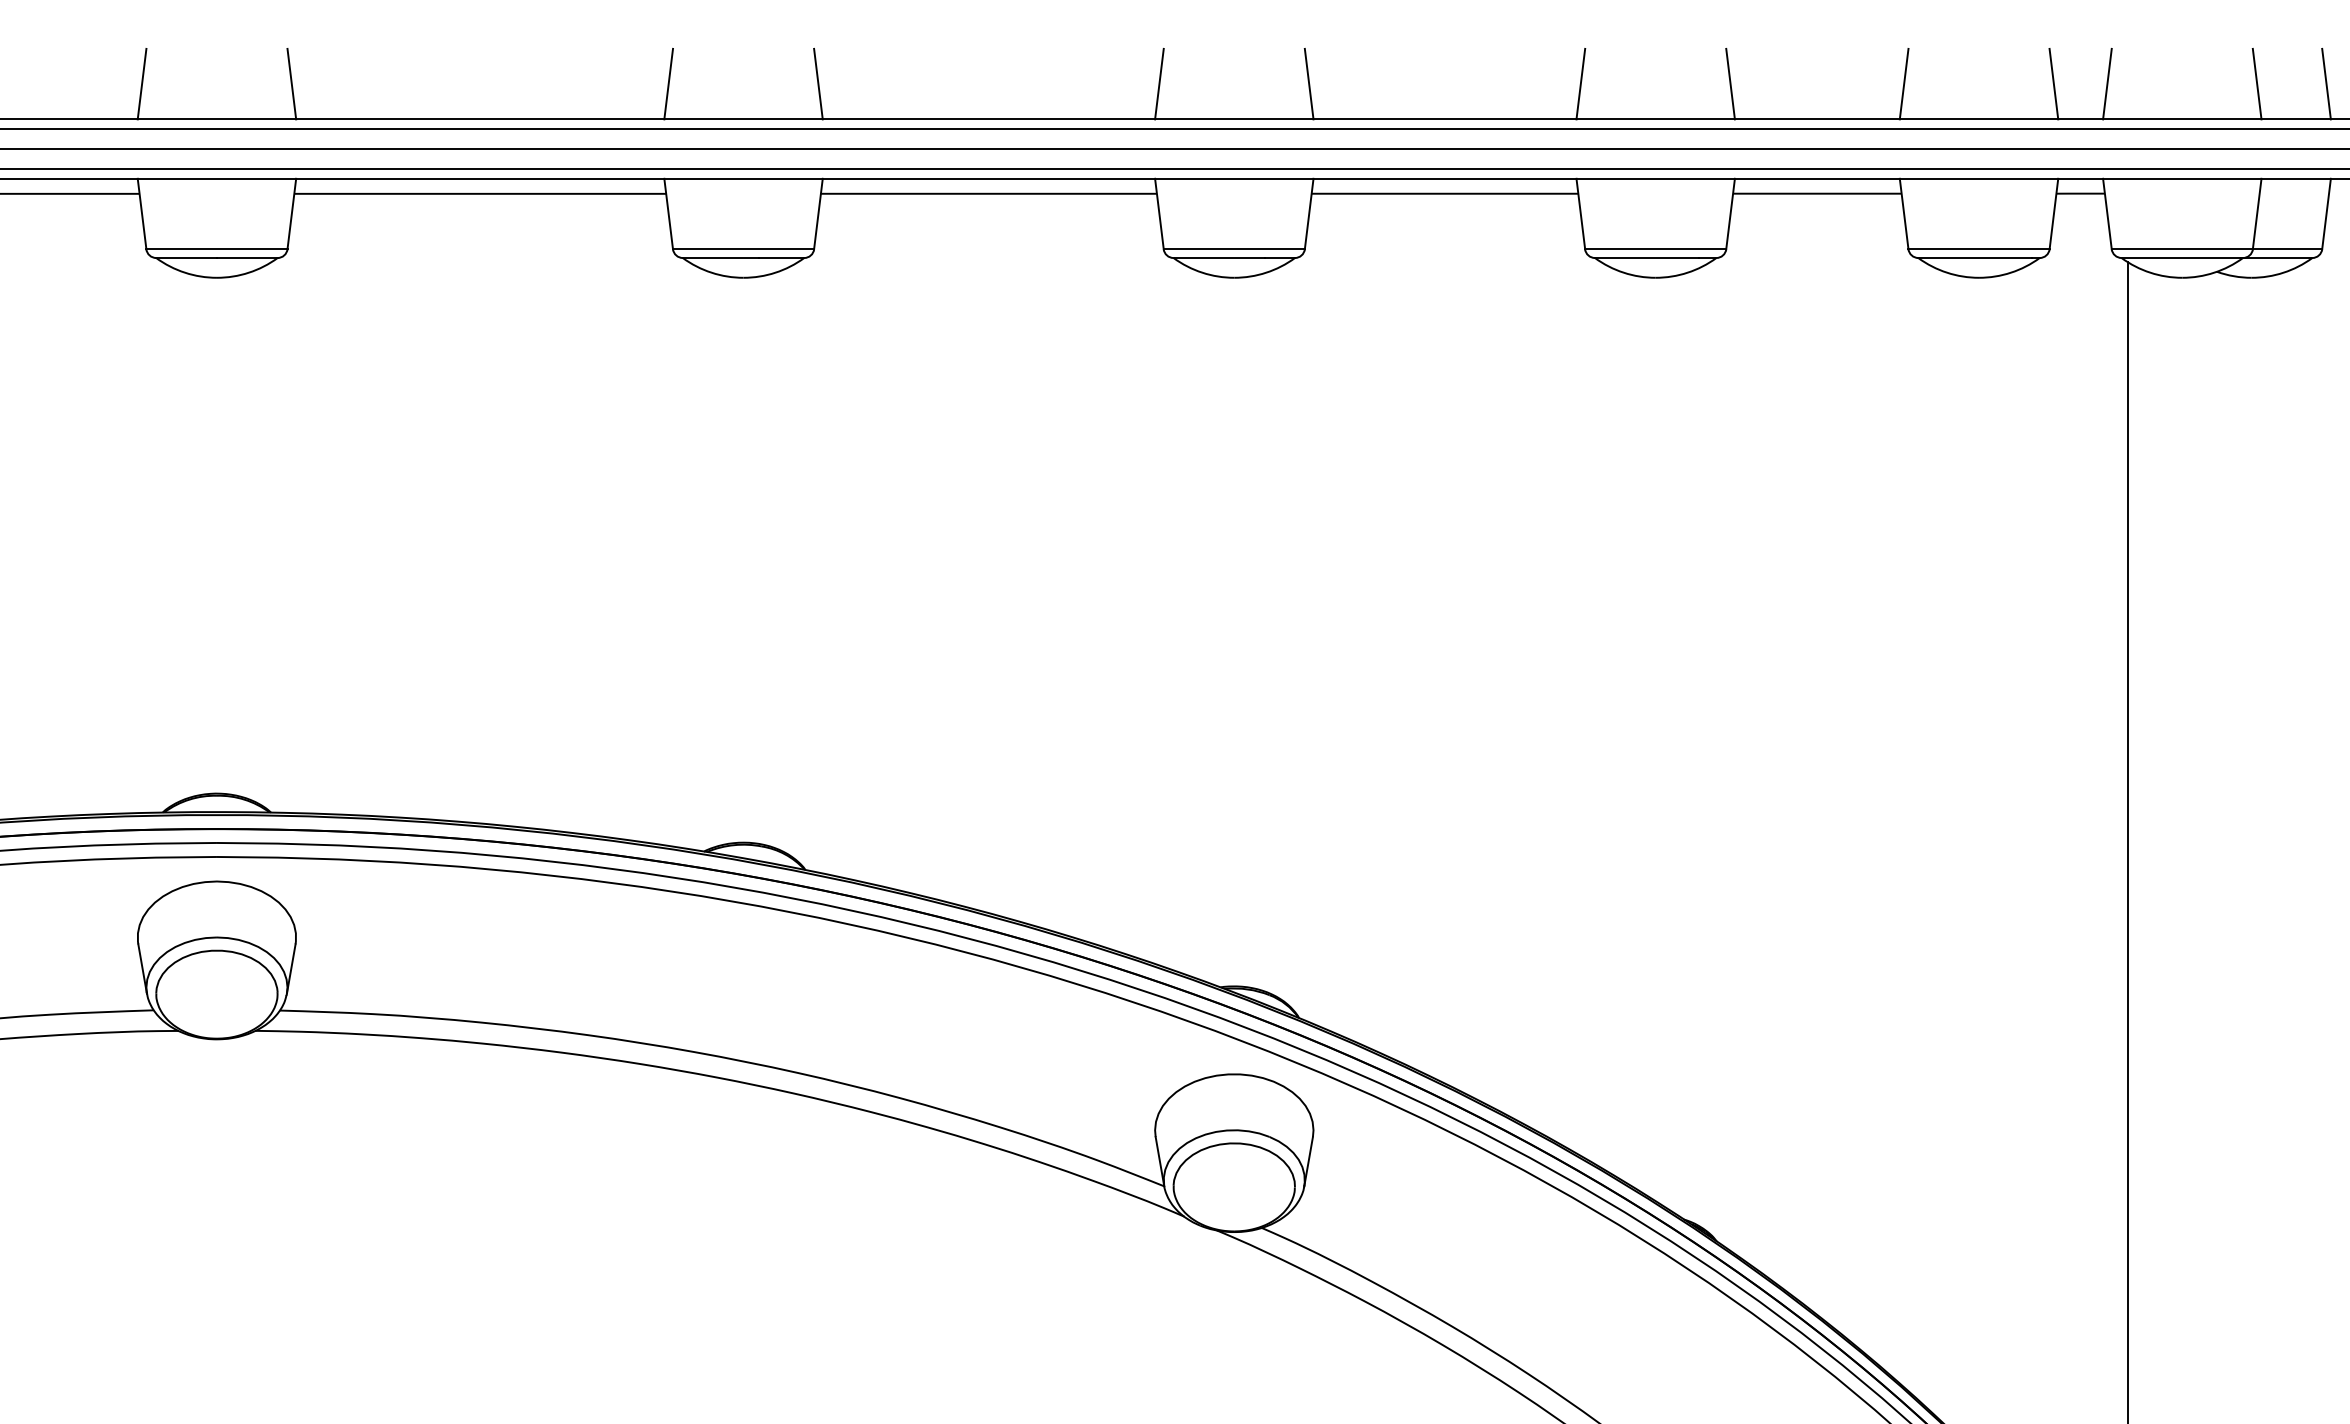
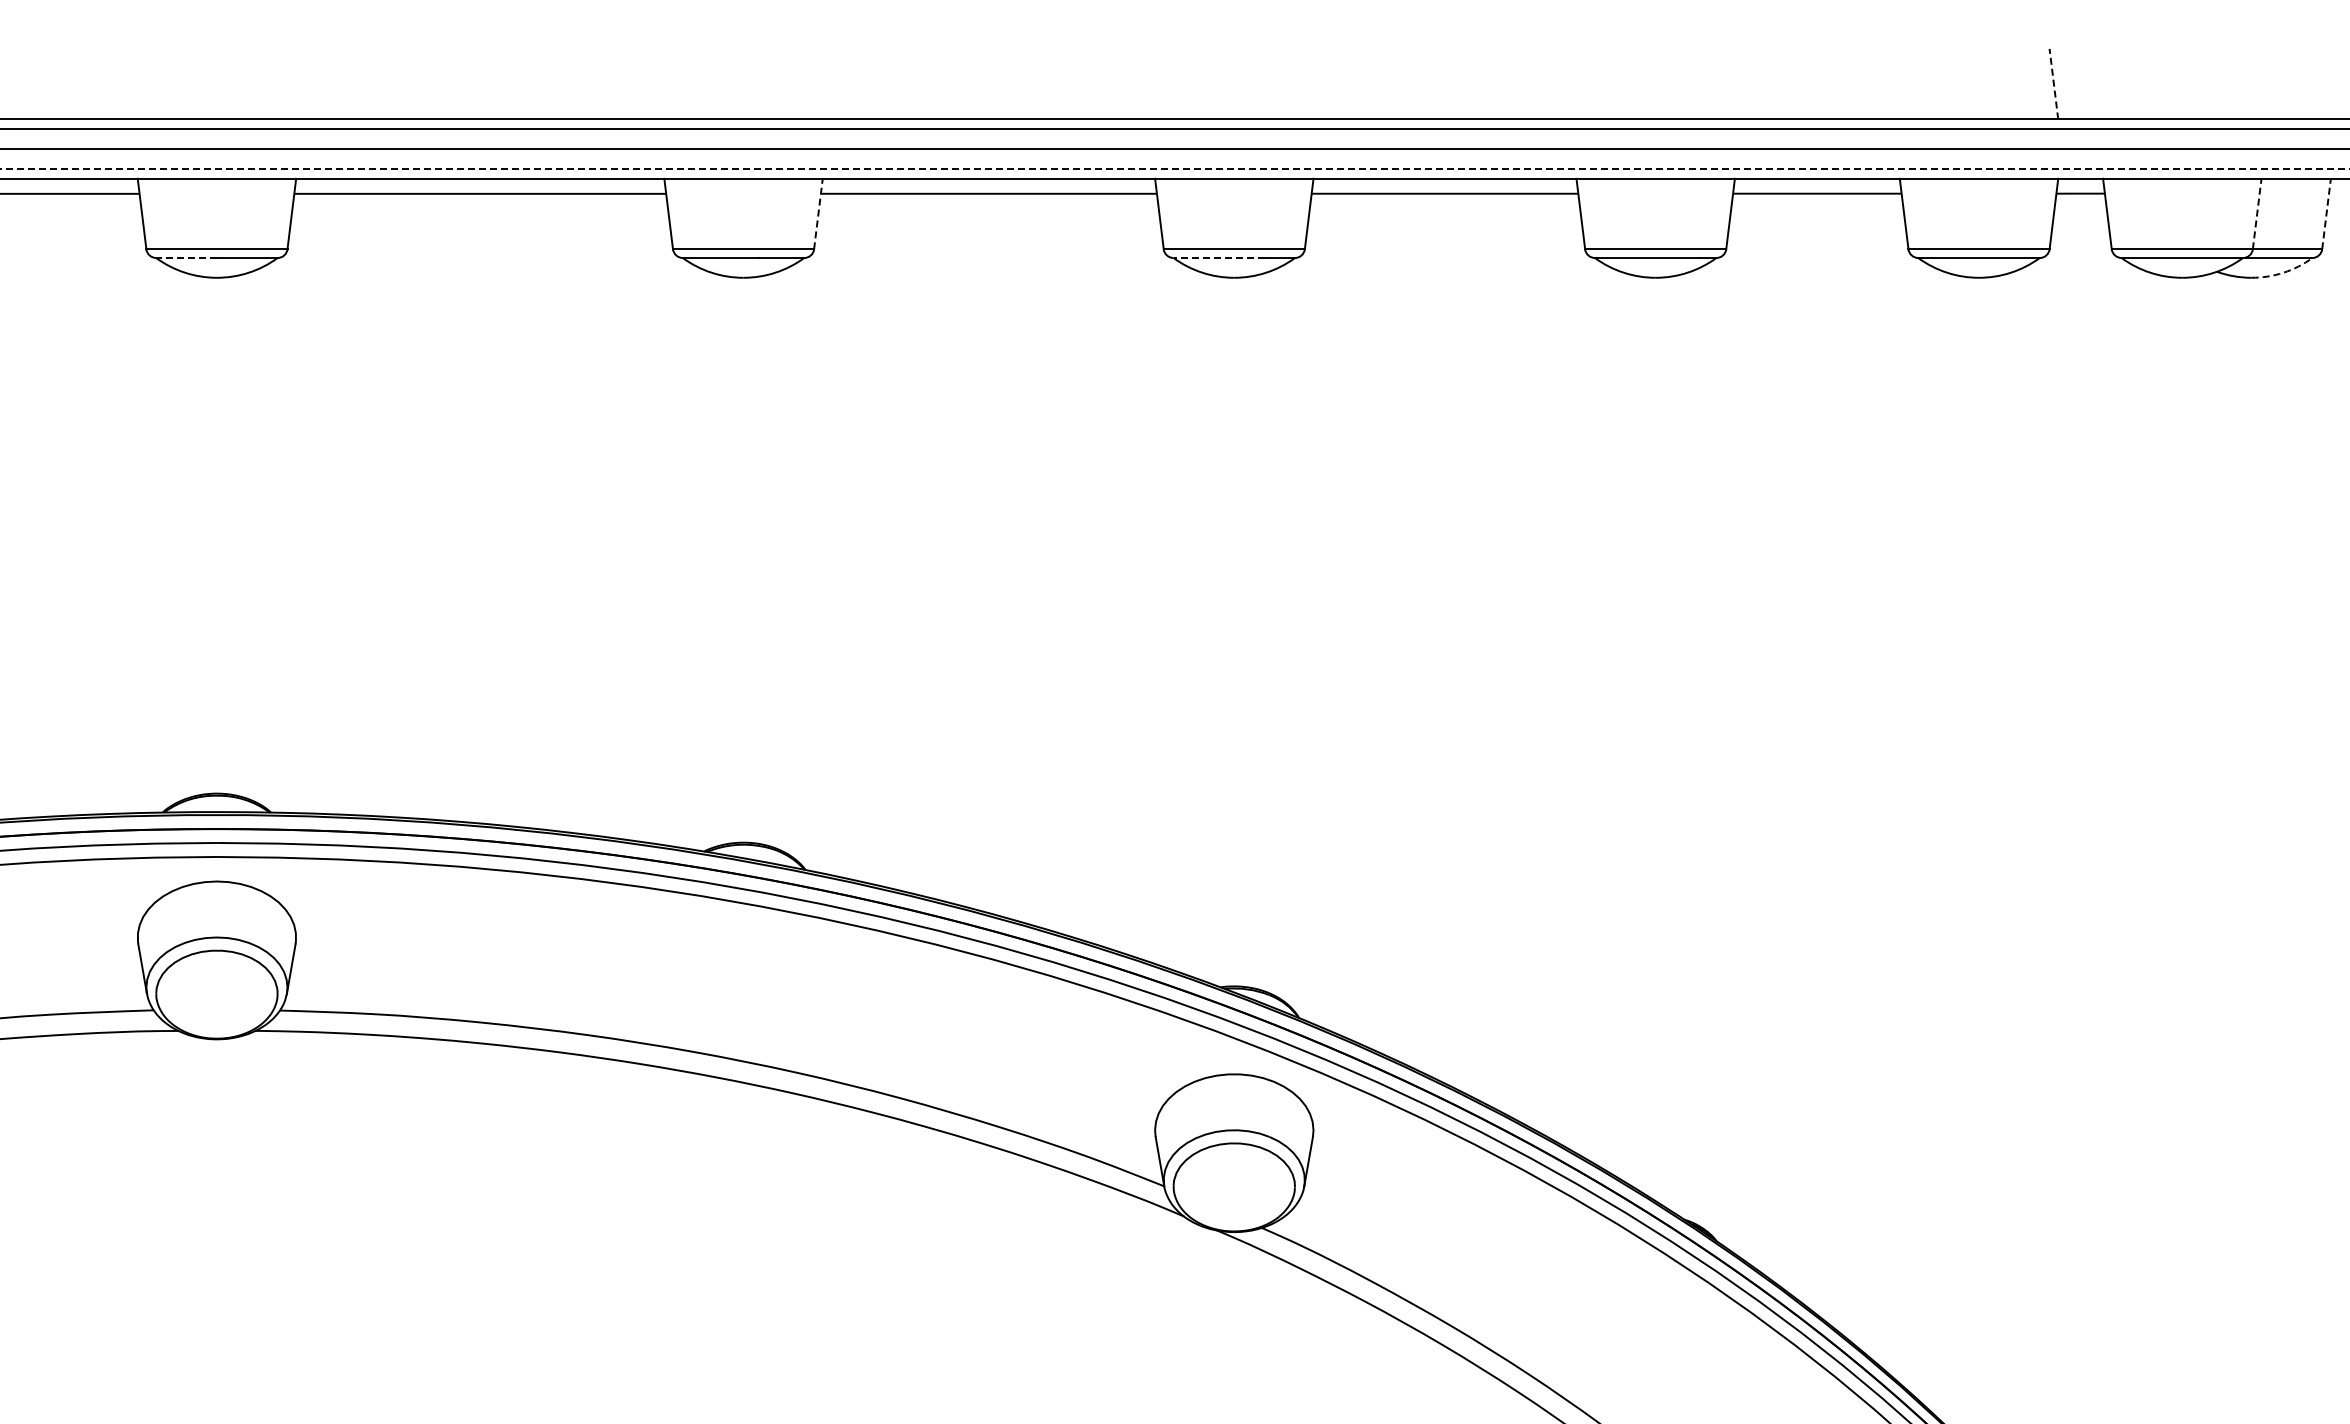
line at (141, 83): present -> none
line at (291, 83): present -> none
line at (668, 83): present -> none
line at (818, 83): present -> none
line at (1159, 83): present -> none
line at (1308, 83): present -> none
line at (1580, 83): present -> none
line at (1730, 83): present -> none
line at (1903, 83): present -> none
line at (2107, 83): present -> none
line at (2256, 83): present -> none
line at (2326, 83): present -> none
line at (2053, 84): solid -> dashed
line at (1175, 168): solid -> dashed
line at (818, 214): solid -> dashed
line at (2257, 214): solid -> dashed
line at (2326, 214): solid -> dashed
line at (186, 258): solid -> dashed
line at (1219, 258): solid -> dashed
arc at (2283, 272): solid -> dashed
line at (2127, 841): present -> none
